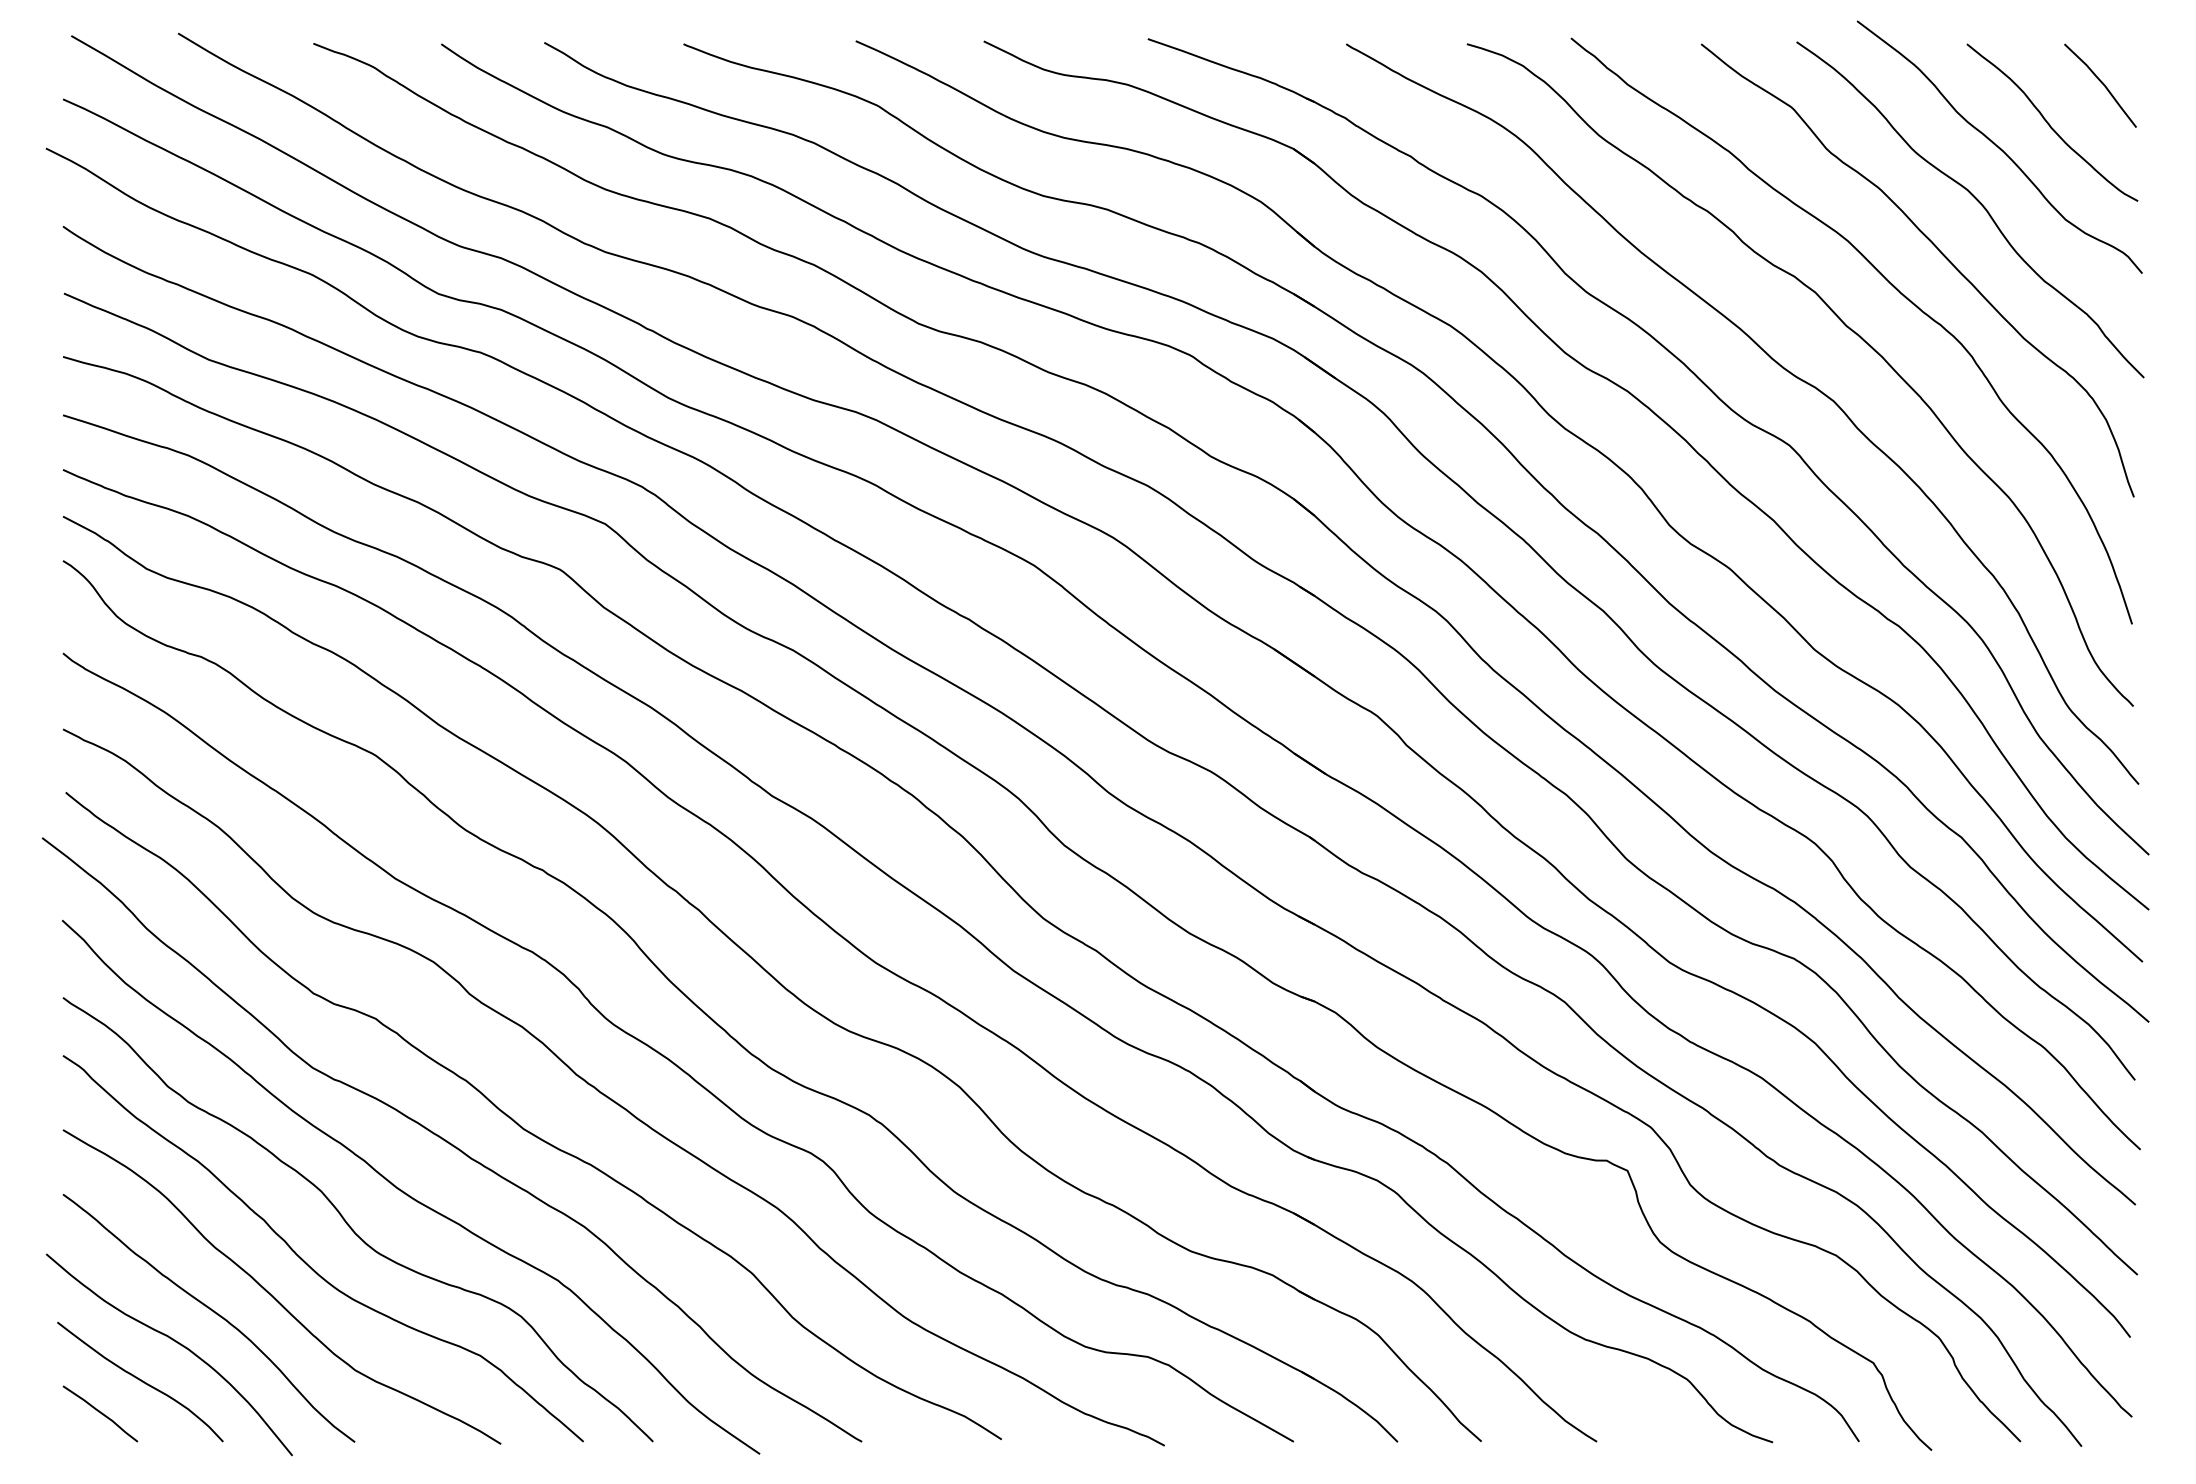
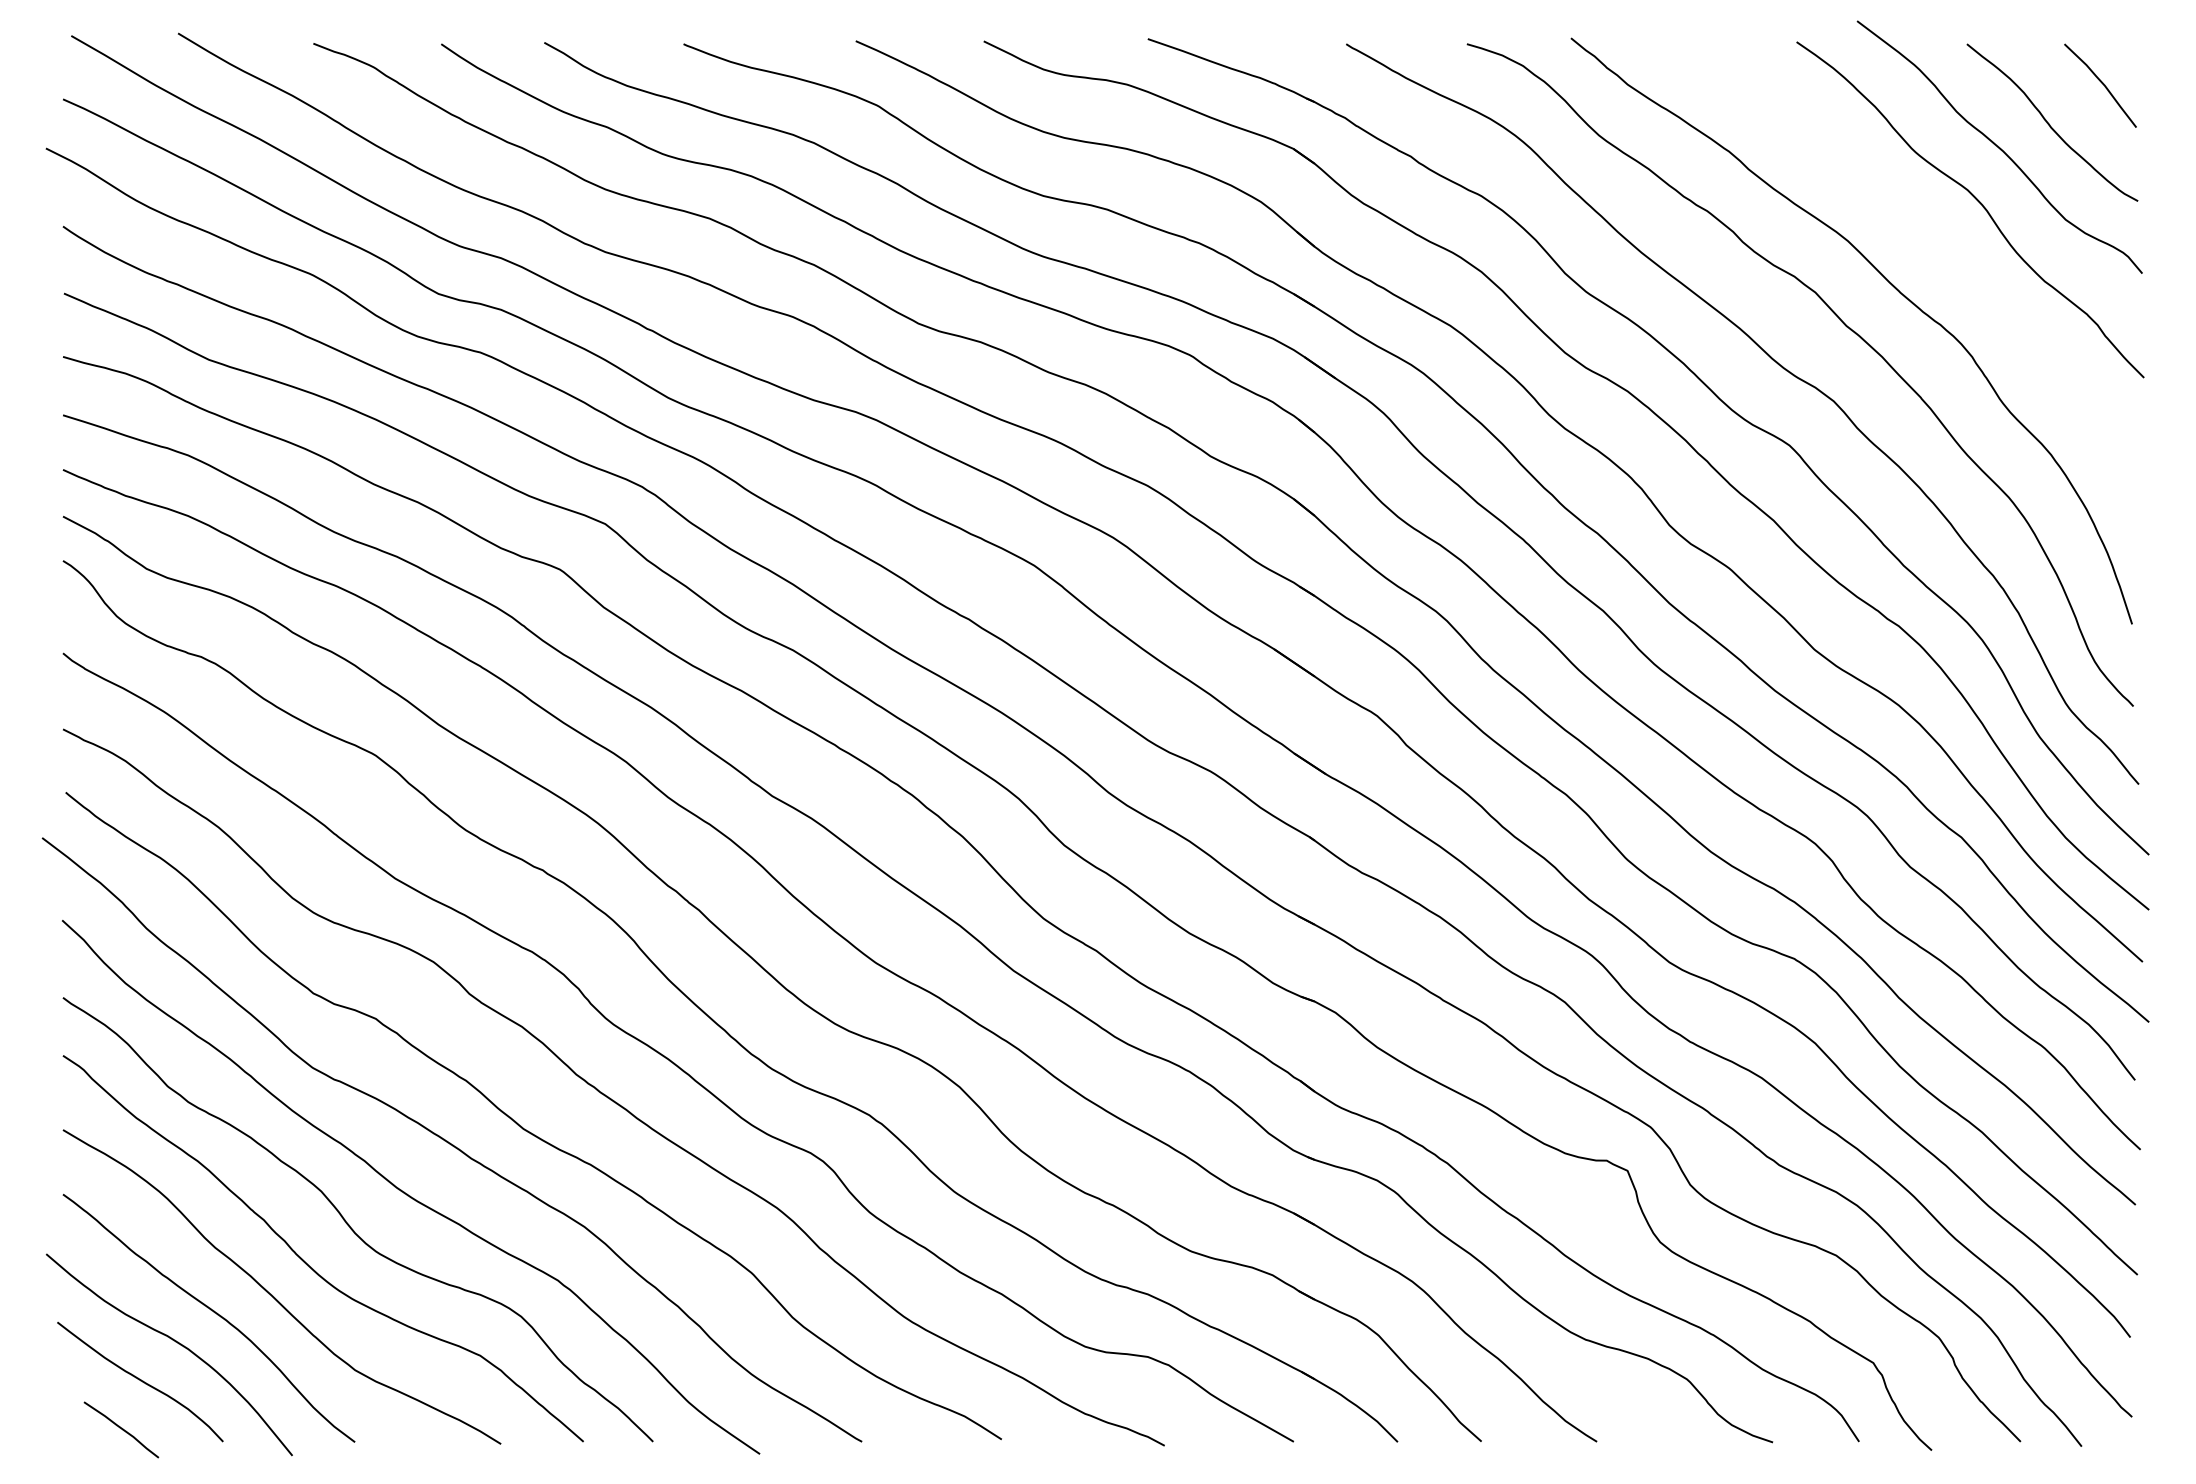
curve at (1939, 252): present -> none
curve at (100, 1413) position: (100, 1413) -> (121, 1429)
